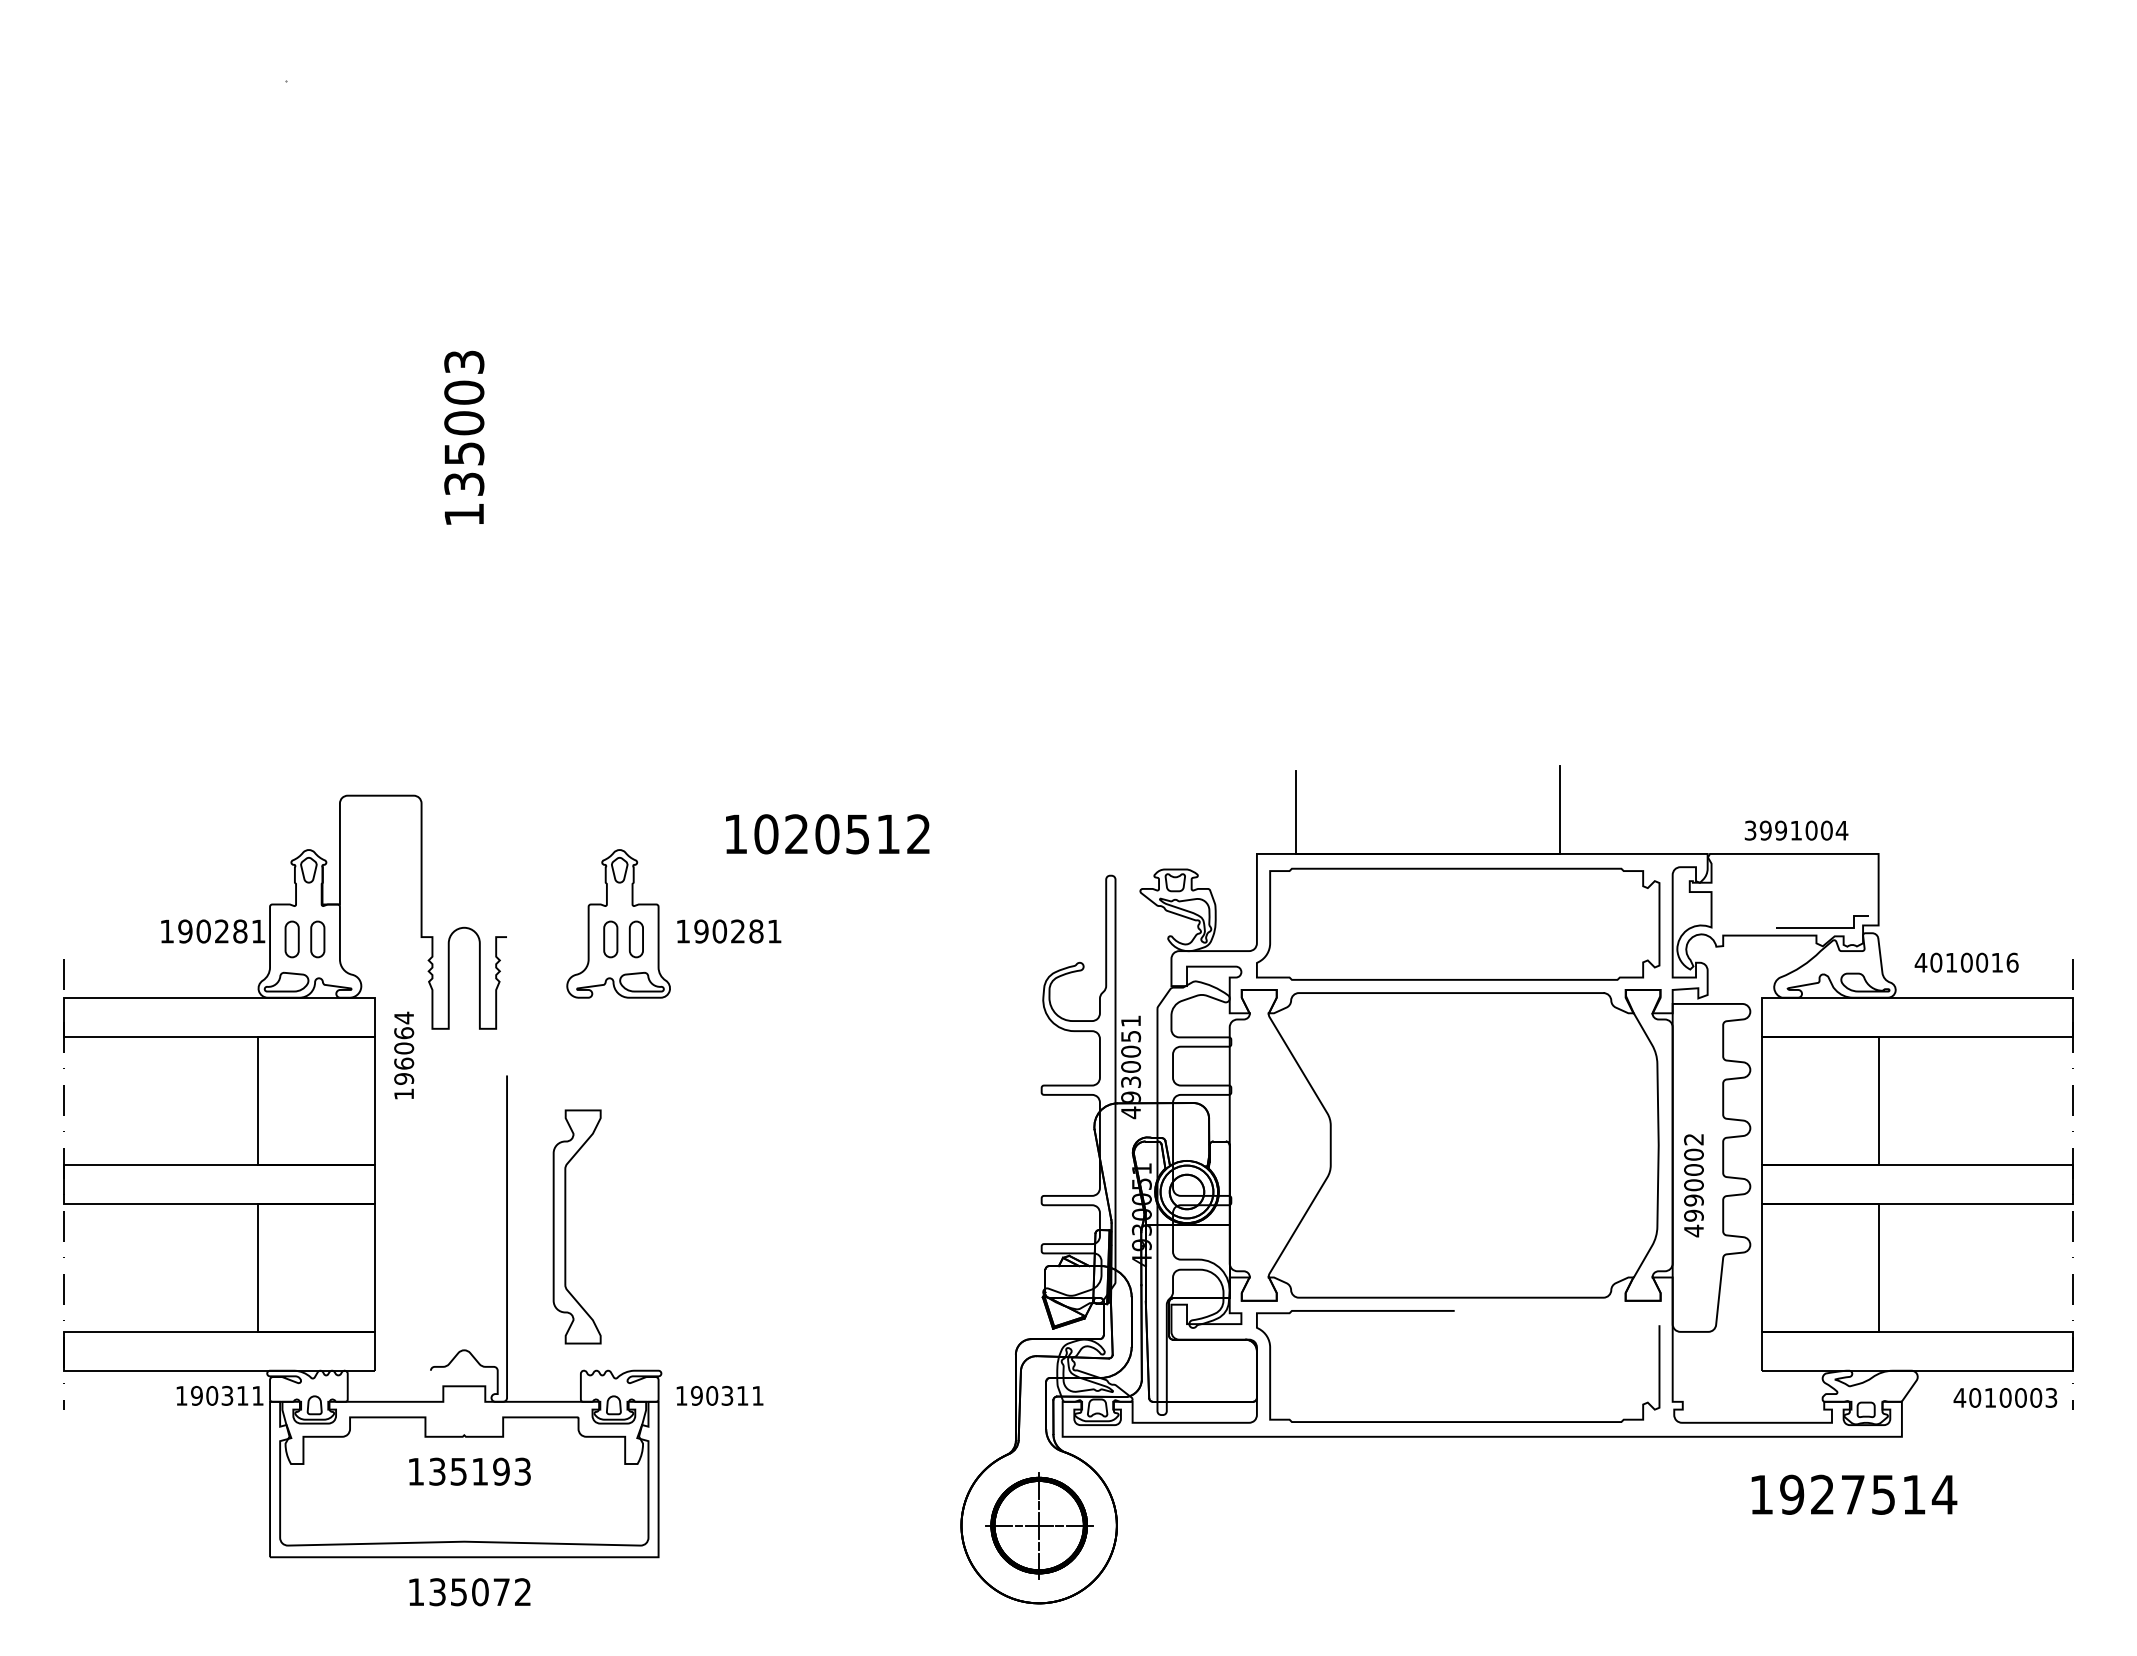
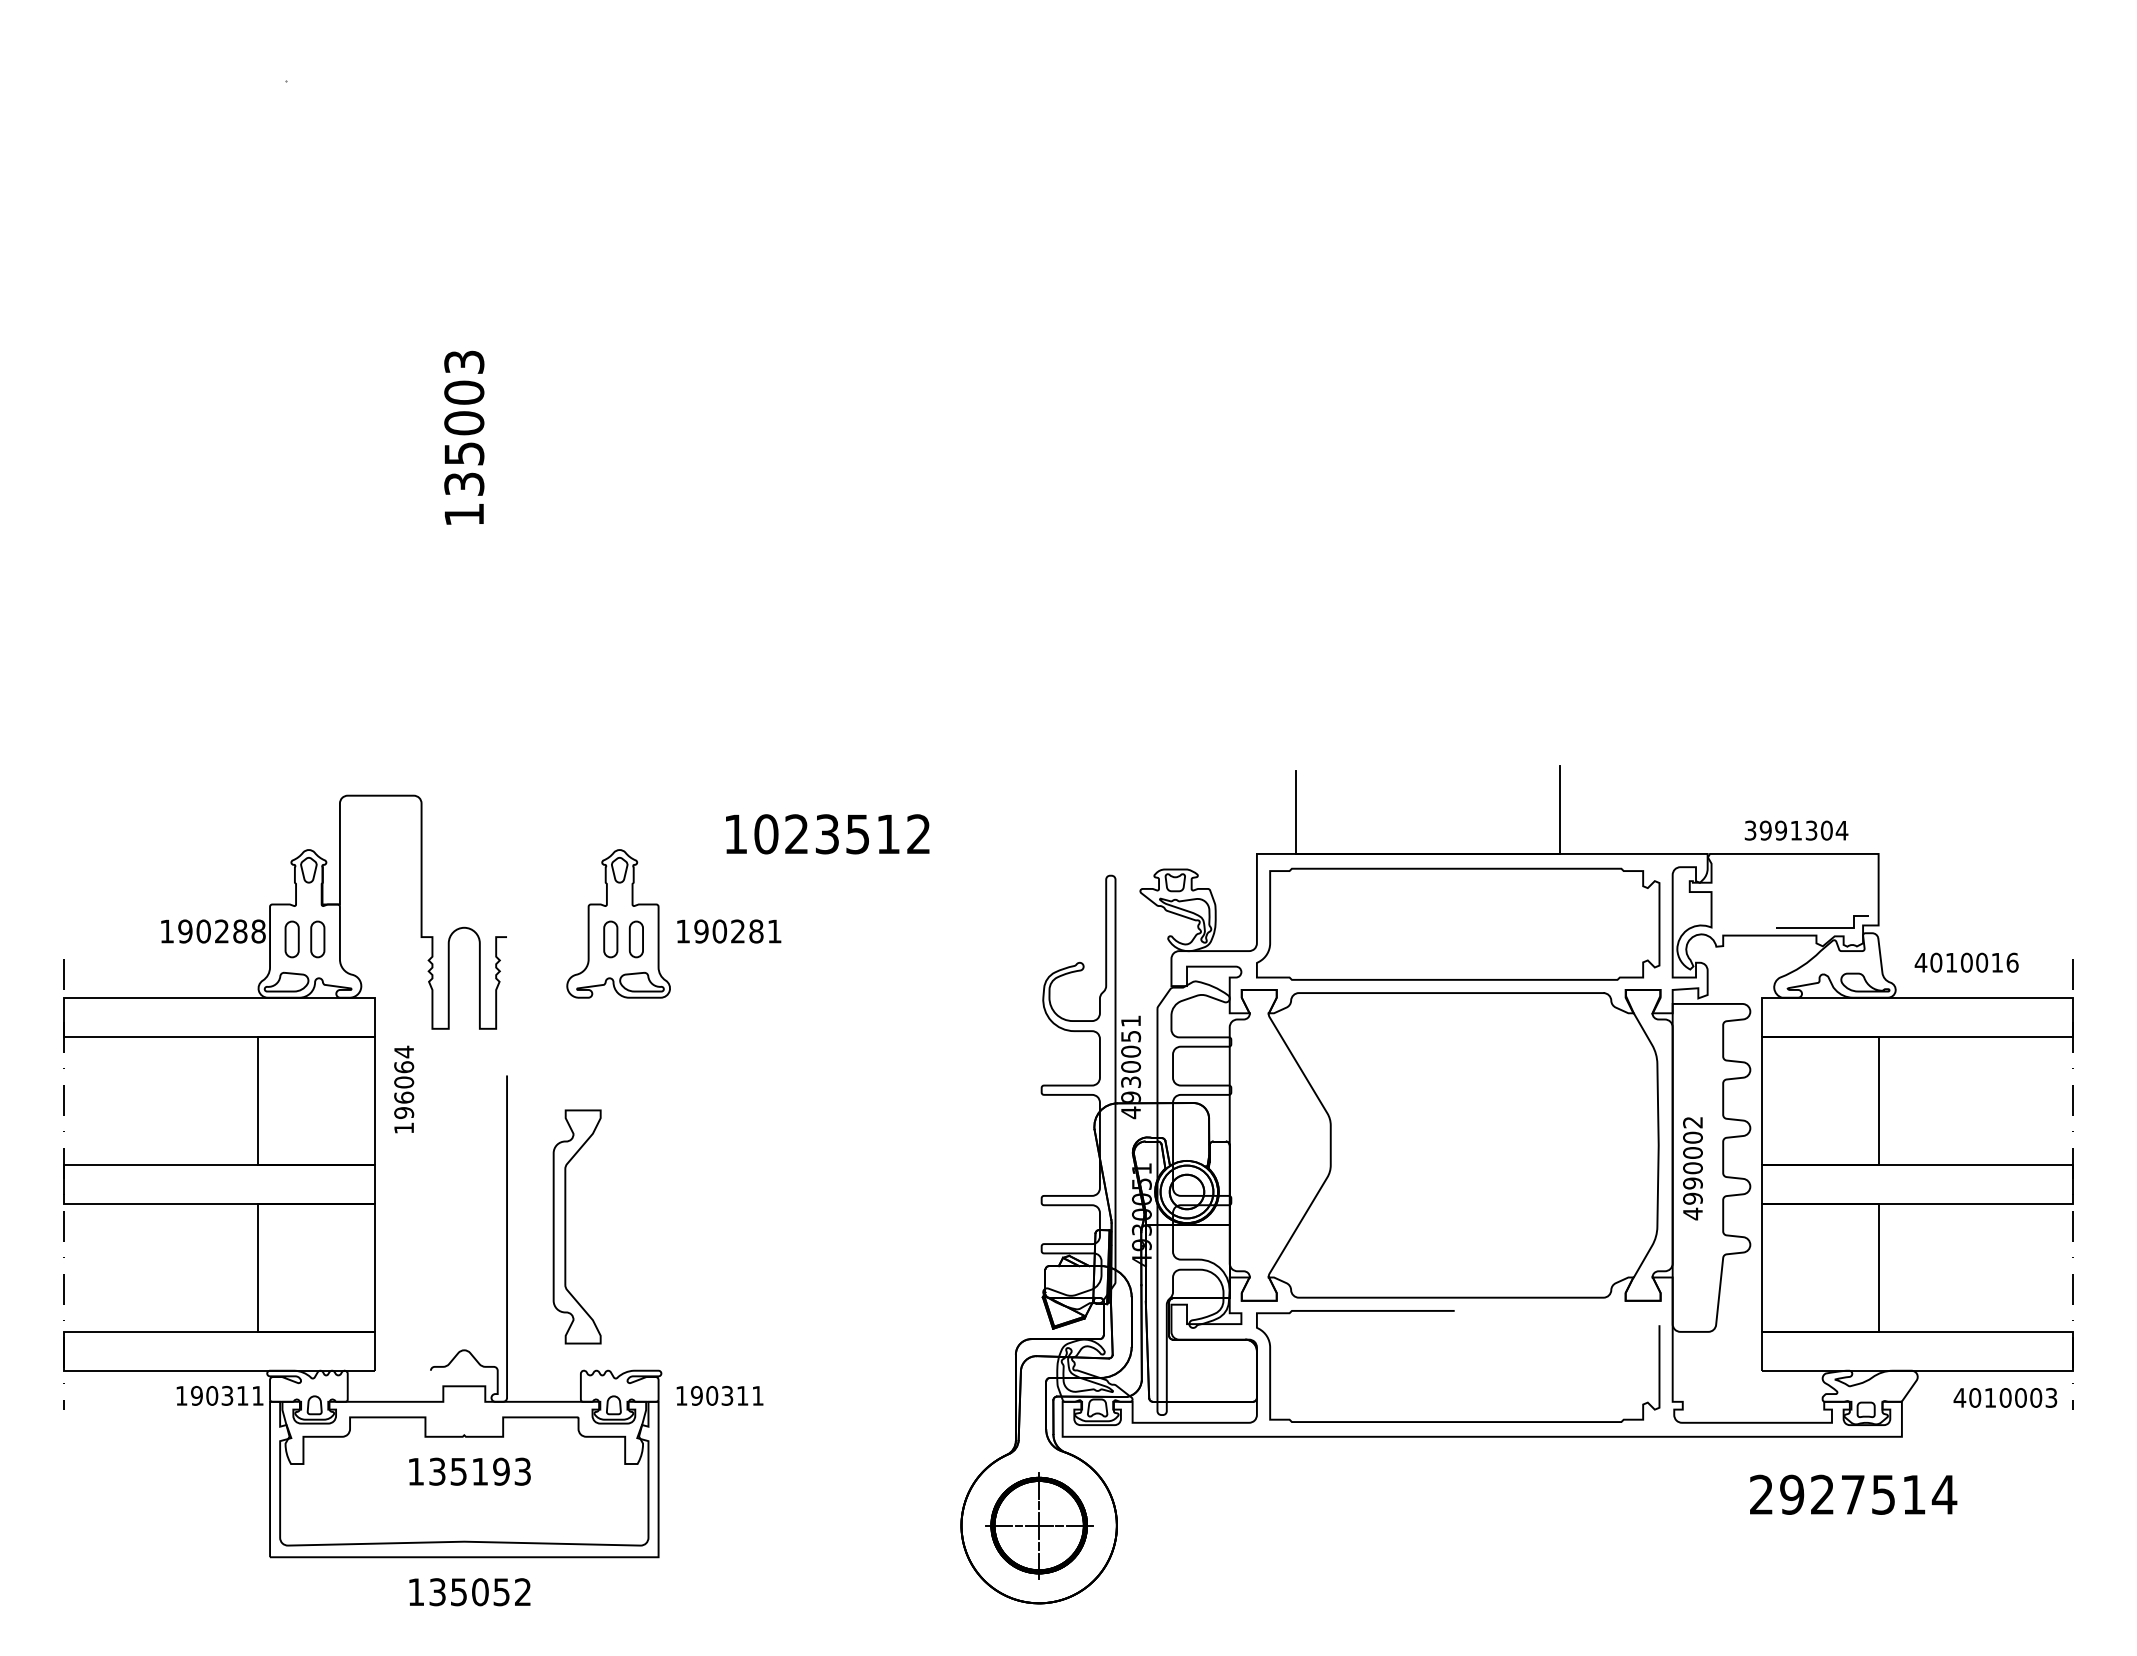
text at (1811, 830): 3991004 -> 3991304
text at (827, 834): 1020512 -> 1023512
text at (258, 931): 190281 -> 190288
text at (404, 1055) position: (404, 1055) -> (404, 1089)
text at (1693, 1185) position: (1693, 1185) -> (1692, 1168)
text at (1761, 1494): 1927514 -> 2927514
text at (501, 1592): 135072 -> 135052
